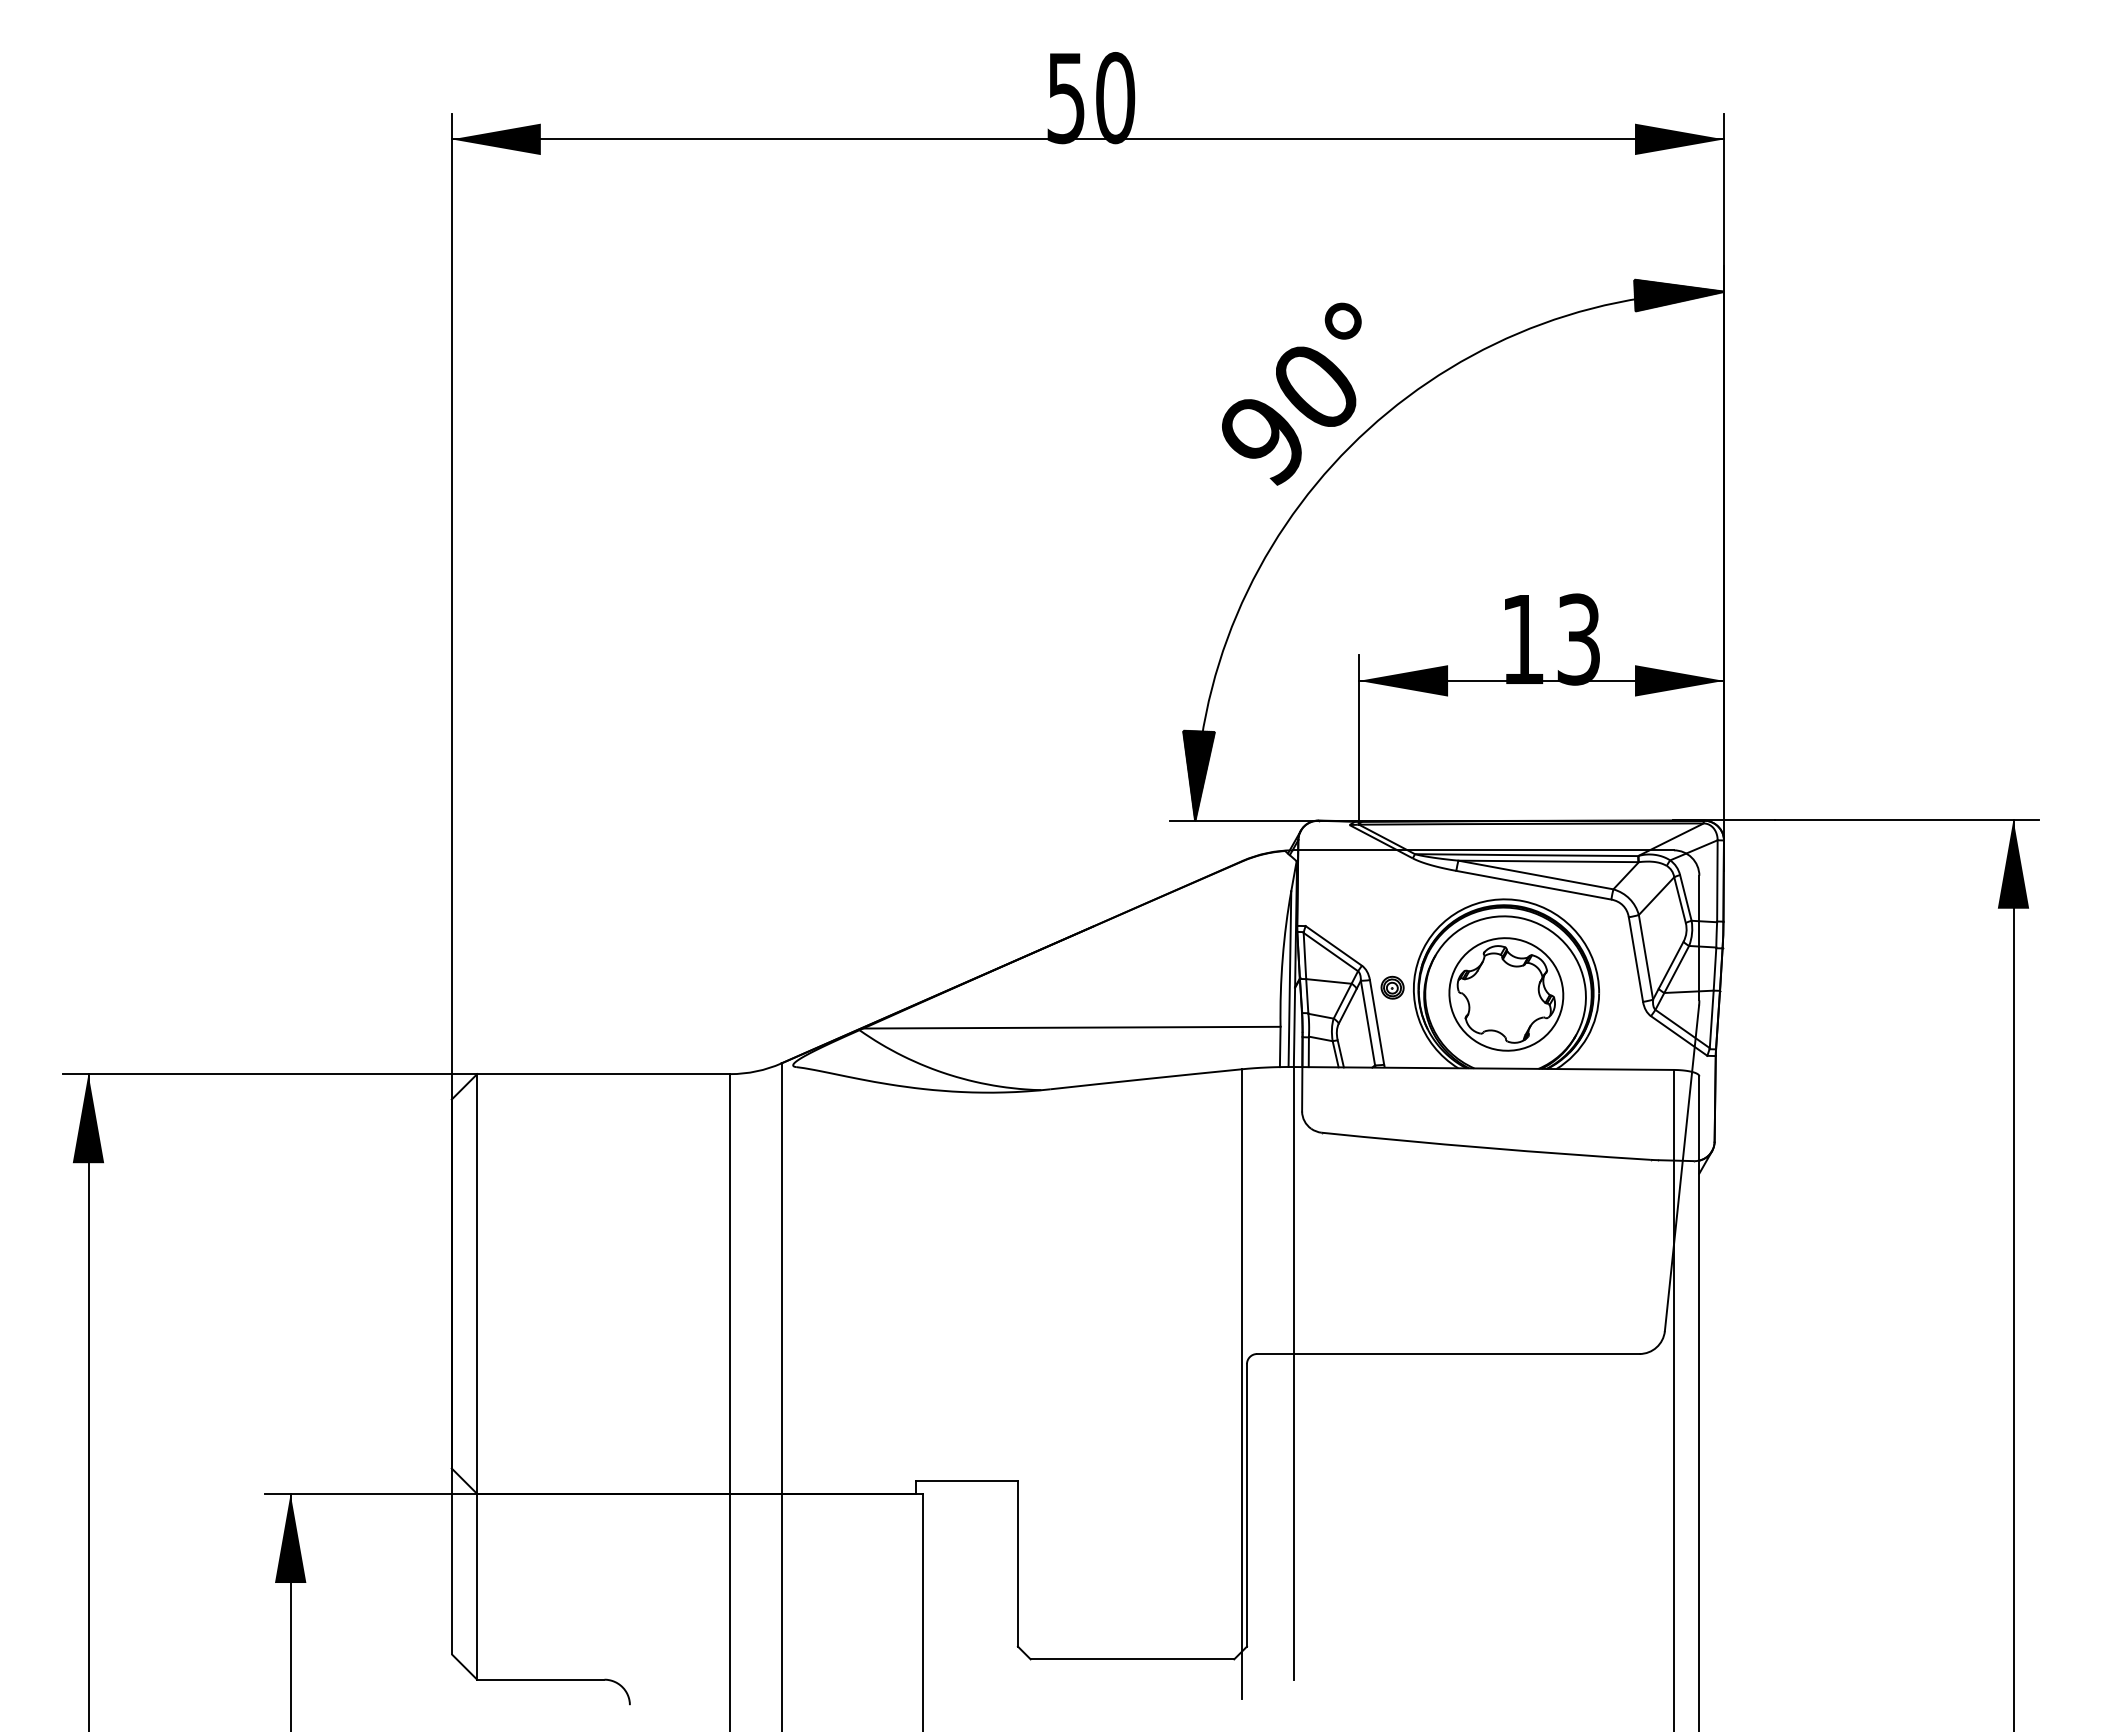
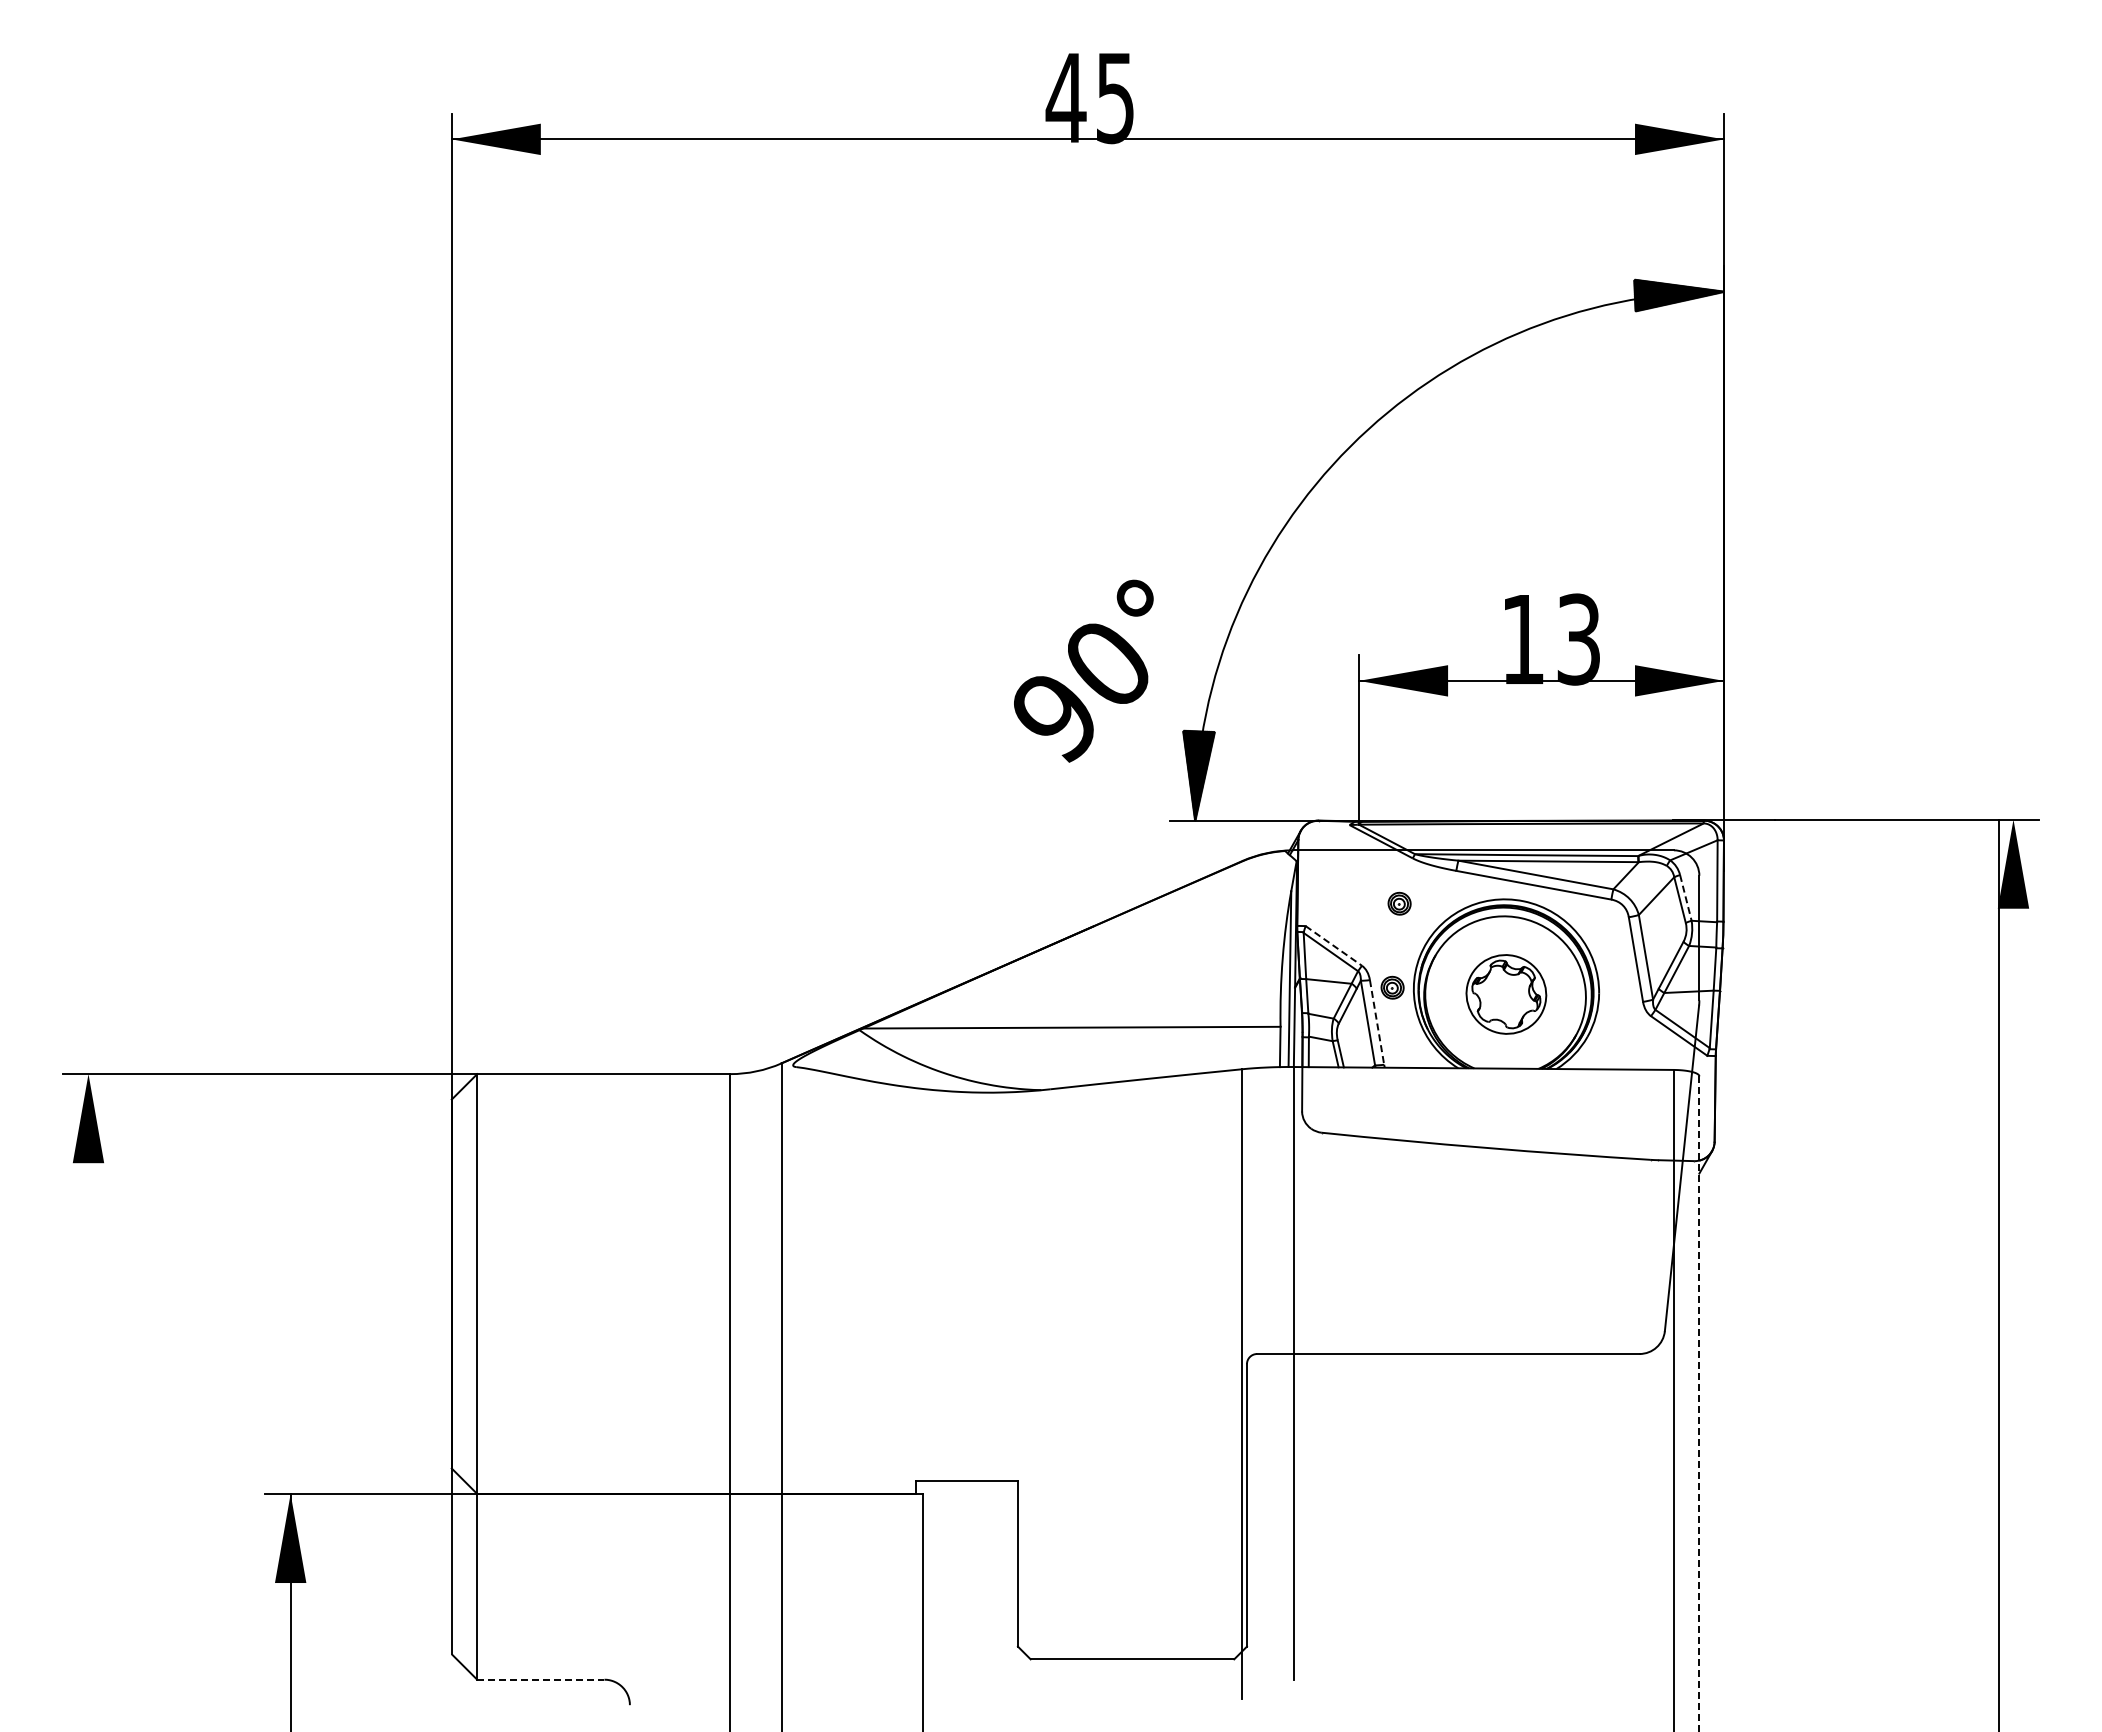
text at (1090, 98): 50 -> 45
text at (1291, 393) position: (1291, 393) -> (1083, 670)
line at (1685, 897): solid -> dashed
part at (1399, 903): none -> present
line at (1334, 946): solid -> dashed
part at (1506, 994) size: 117x115 px -> 83x81 px
line at (1377, 1022): solid -> dashed
line at (2013, 1273) position: (2013, 1273) -> (1998, 1273)
line at (88, 1401): present -> none
line at (1699, 1404): solid -> dashed
line at (540, 1679): solid -> dashed
